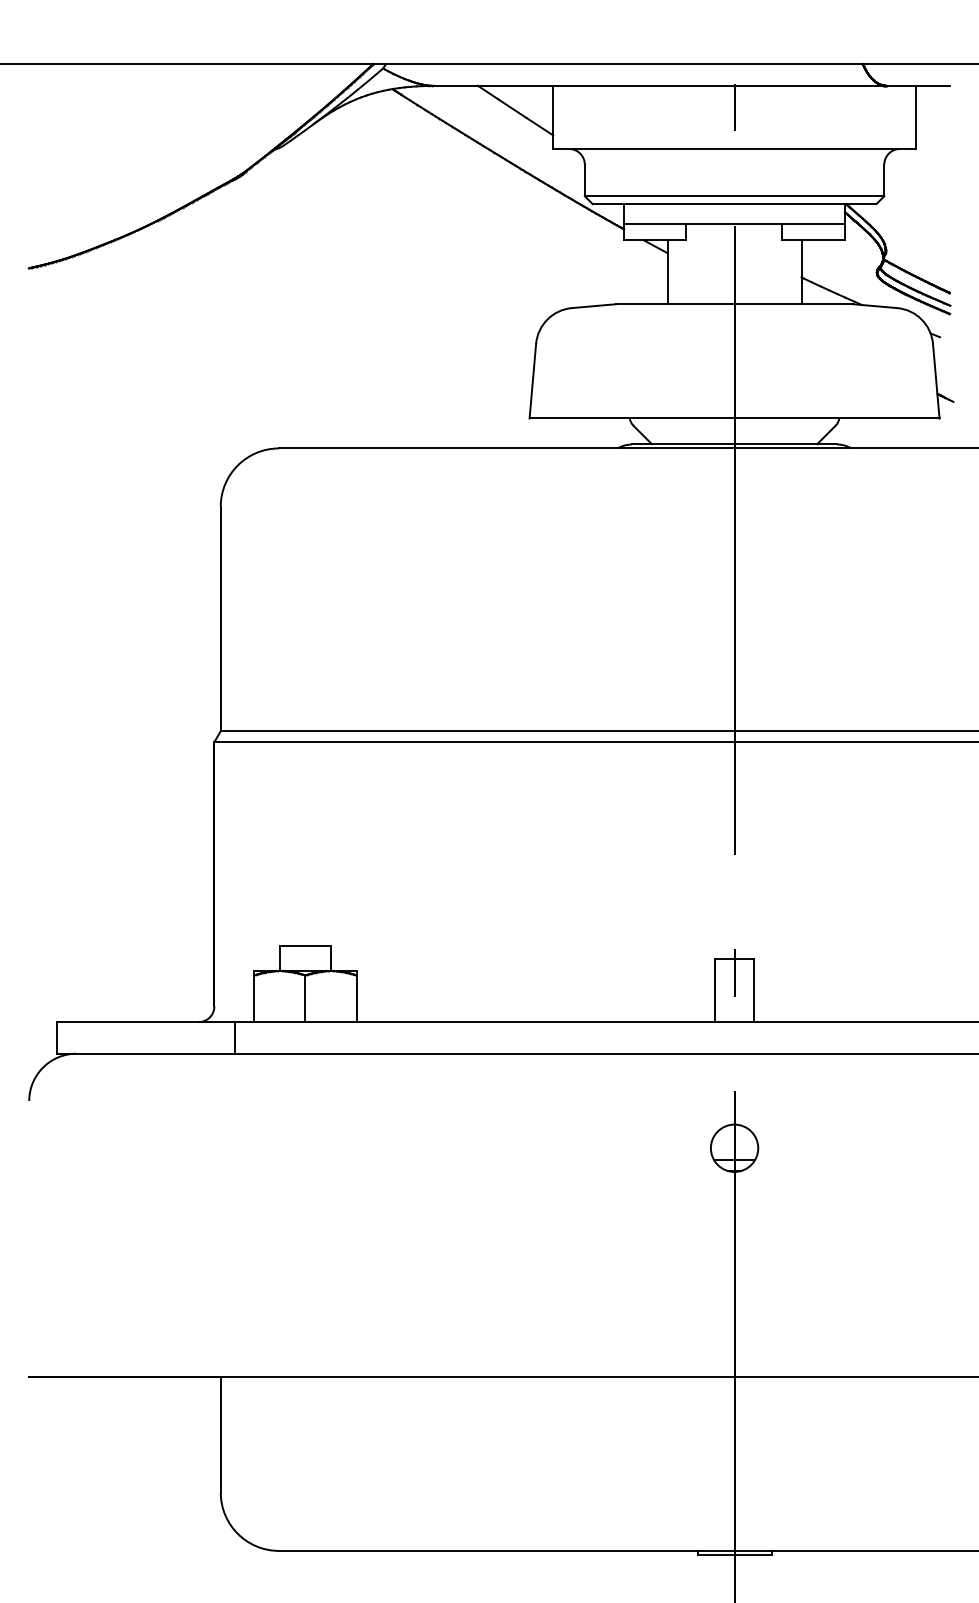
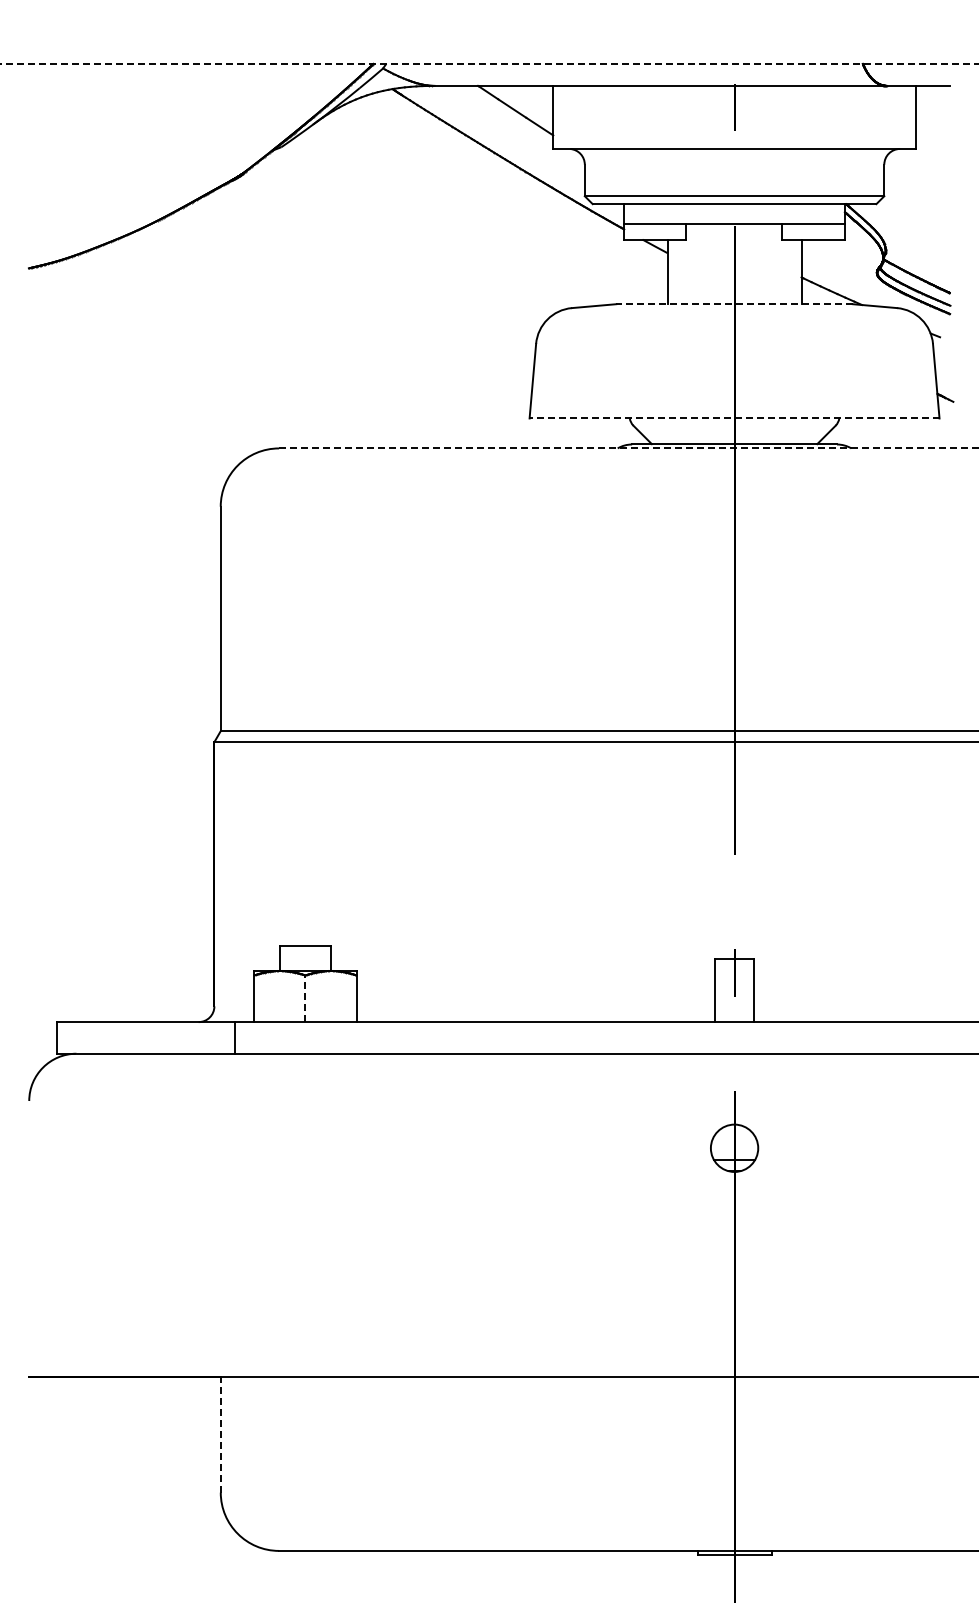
line at (489, 63): solid -> dashed
line at (734, 304): solid -> dashed
line at (734, 418): solid -> dashed
line at (628, 448): solid -> dashed
line at (305, 998): solid -> dashed
line at (220, 1434): solid -> dashed
